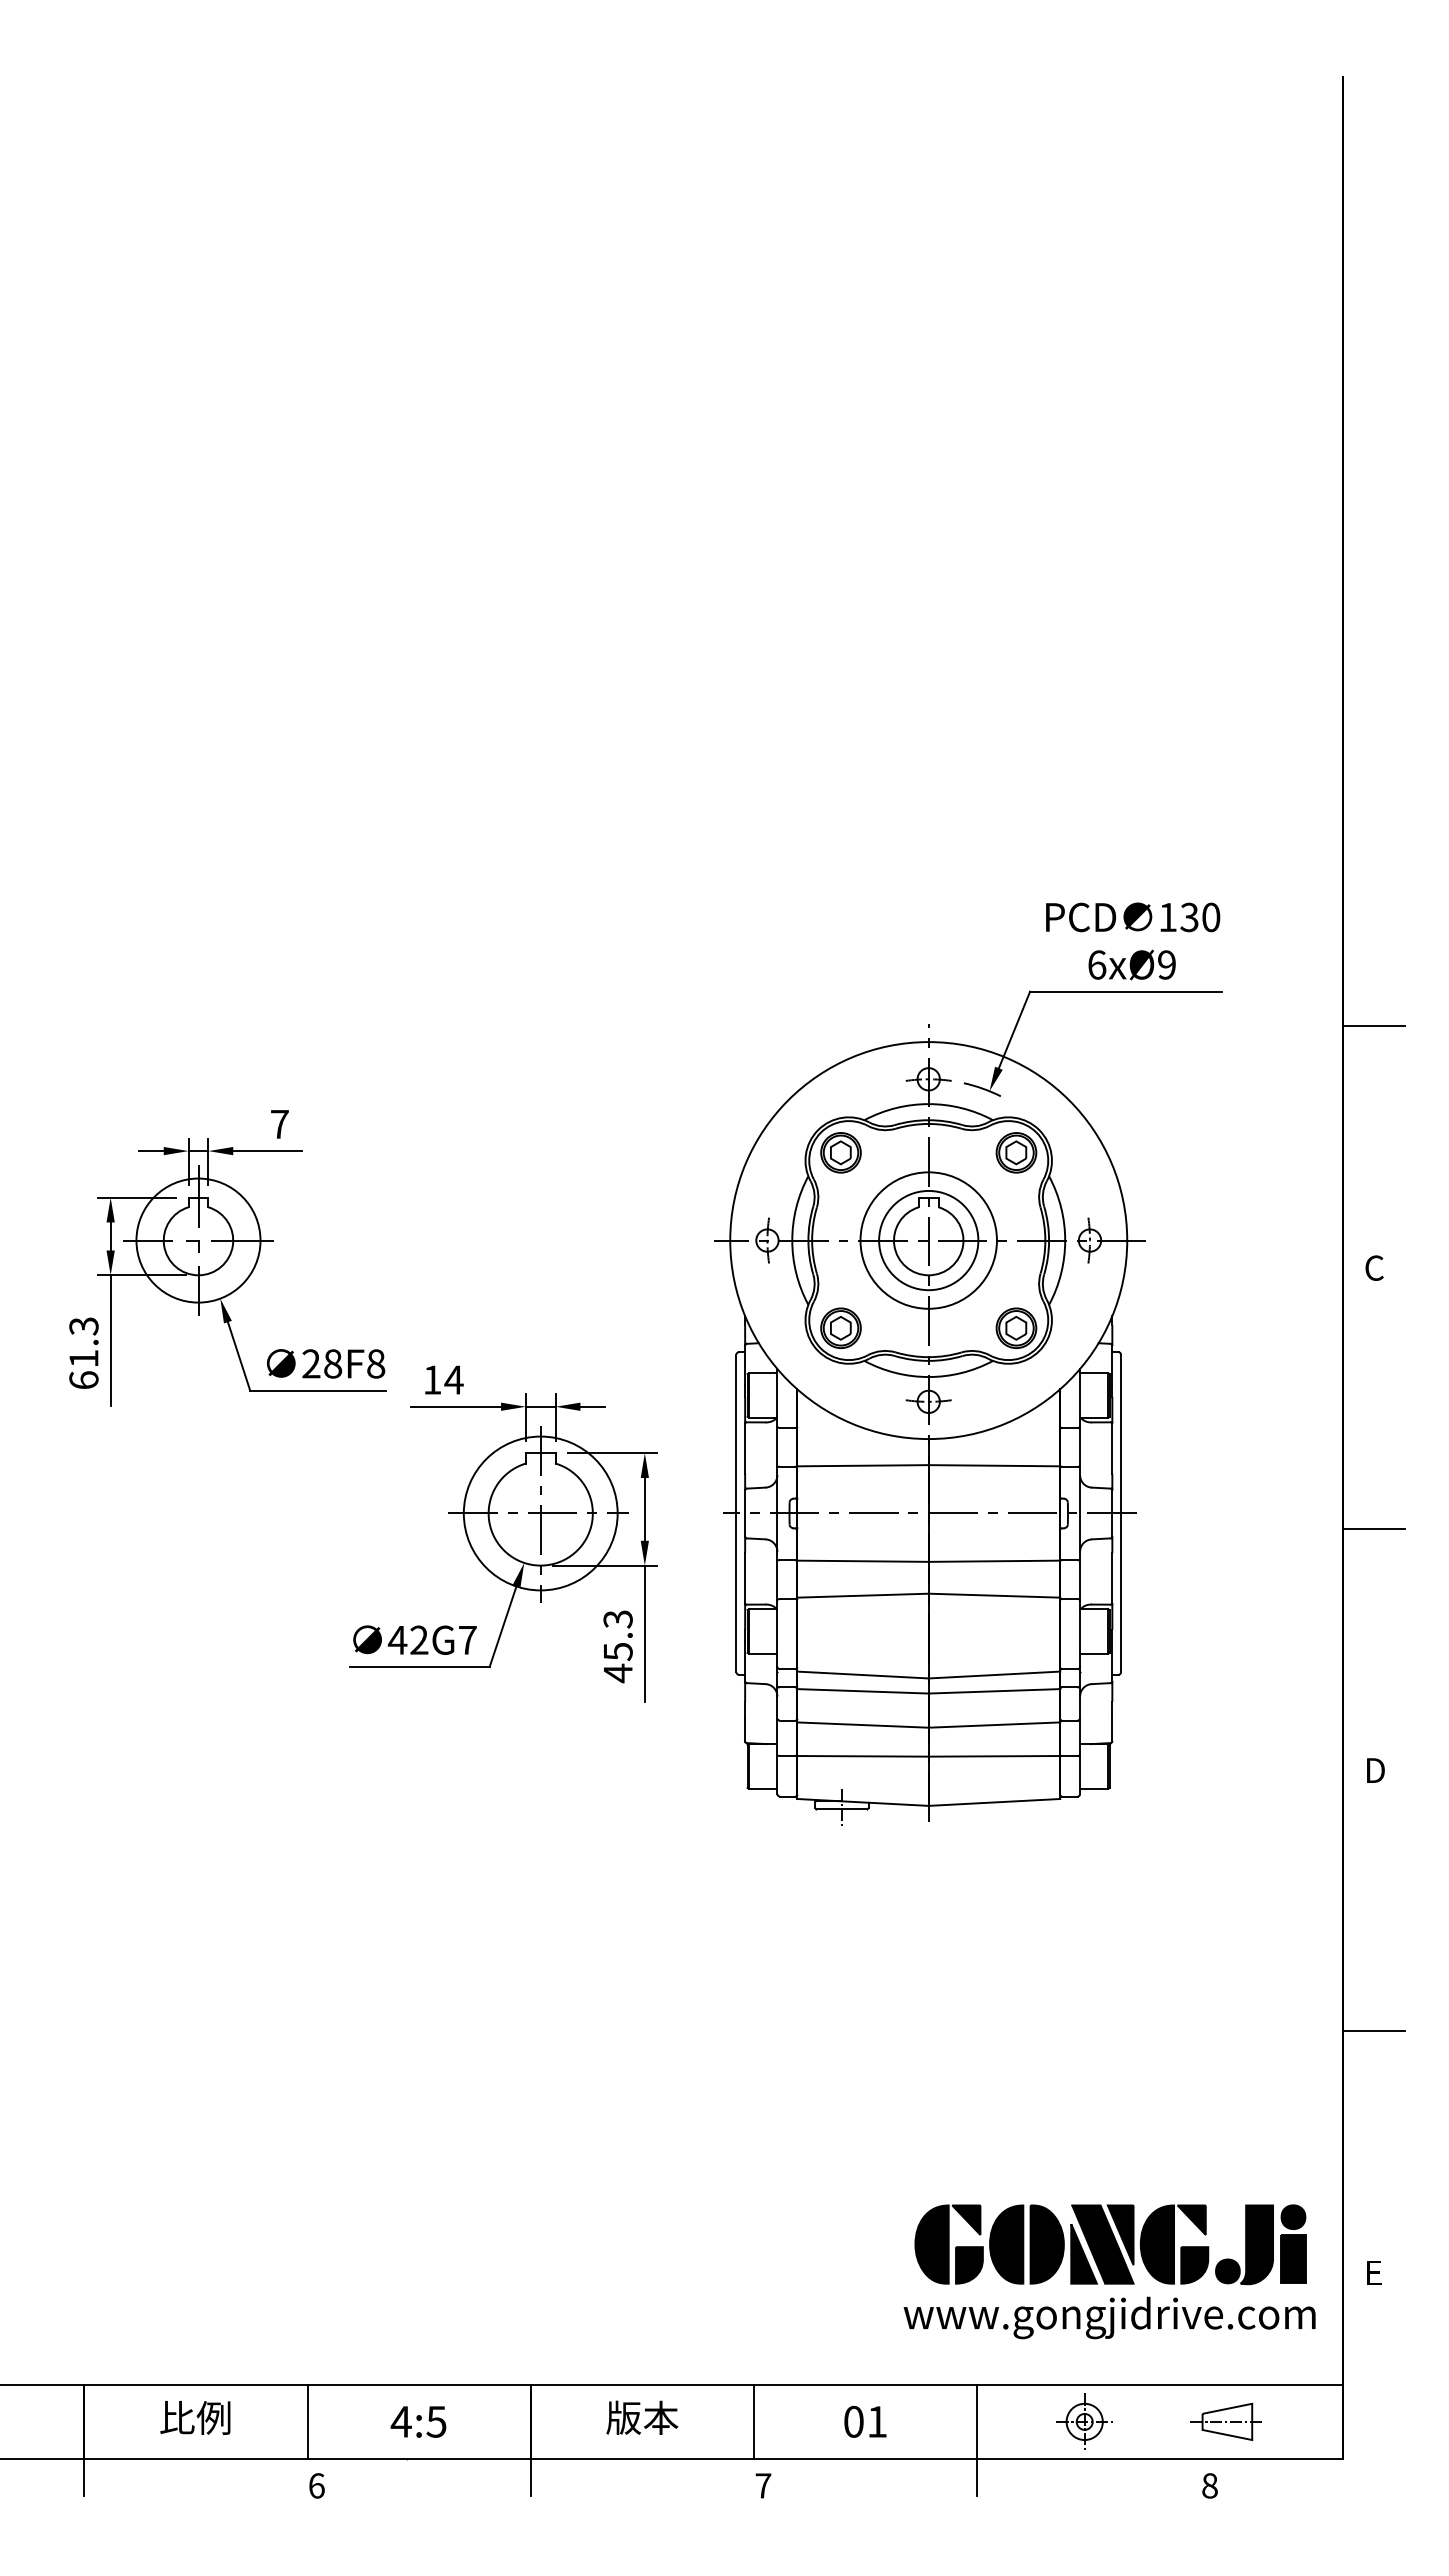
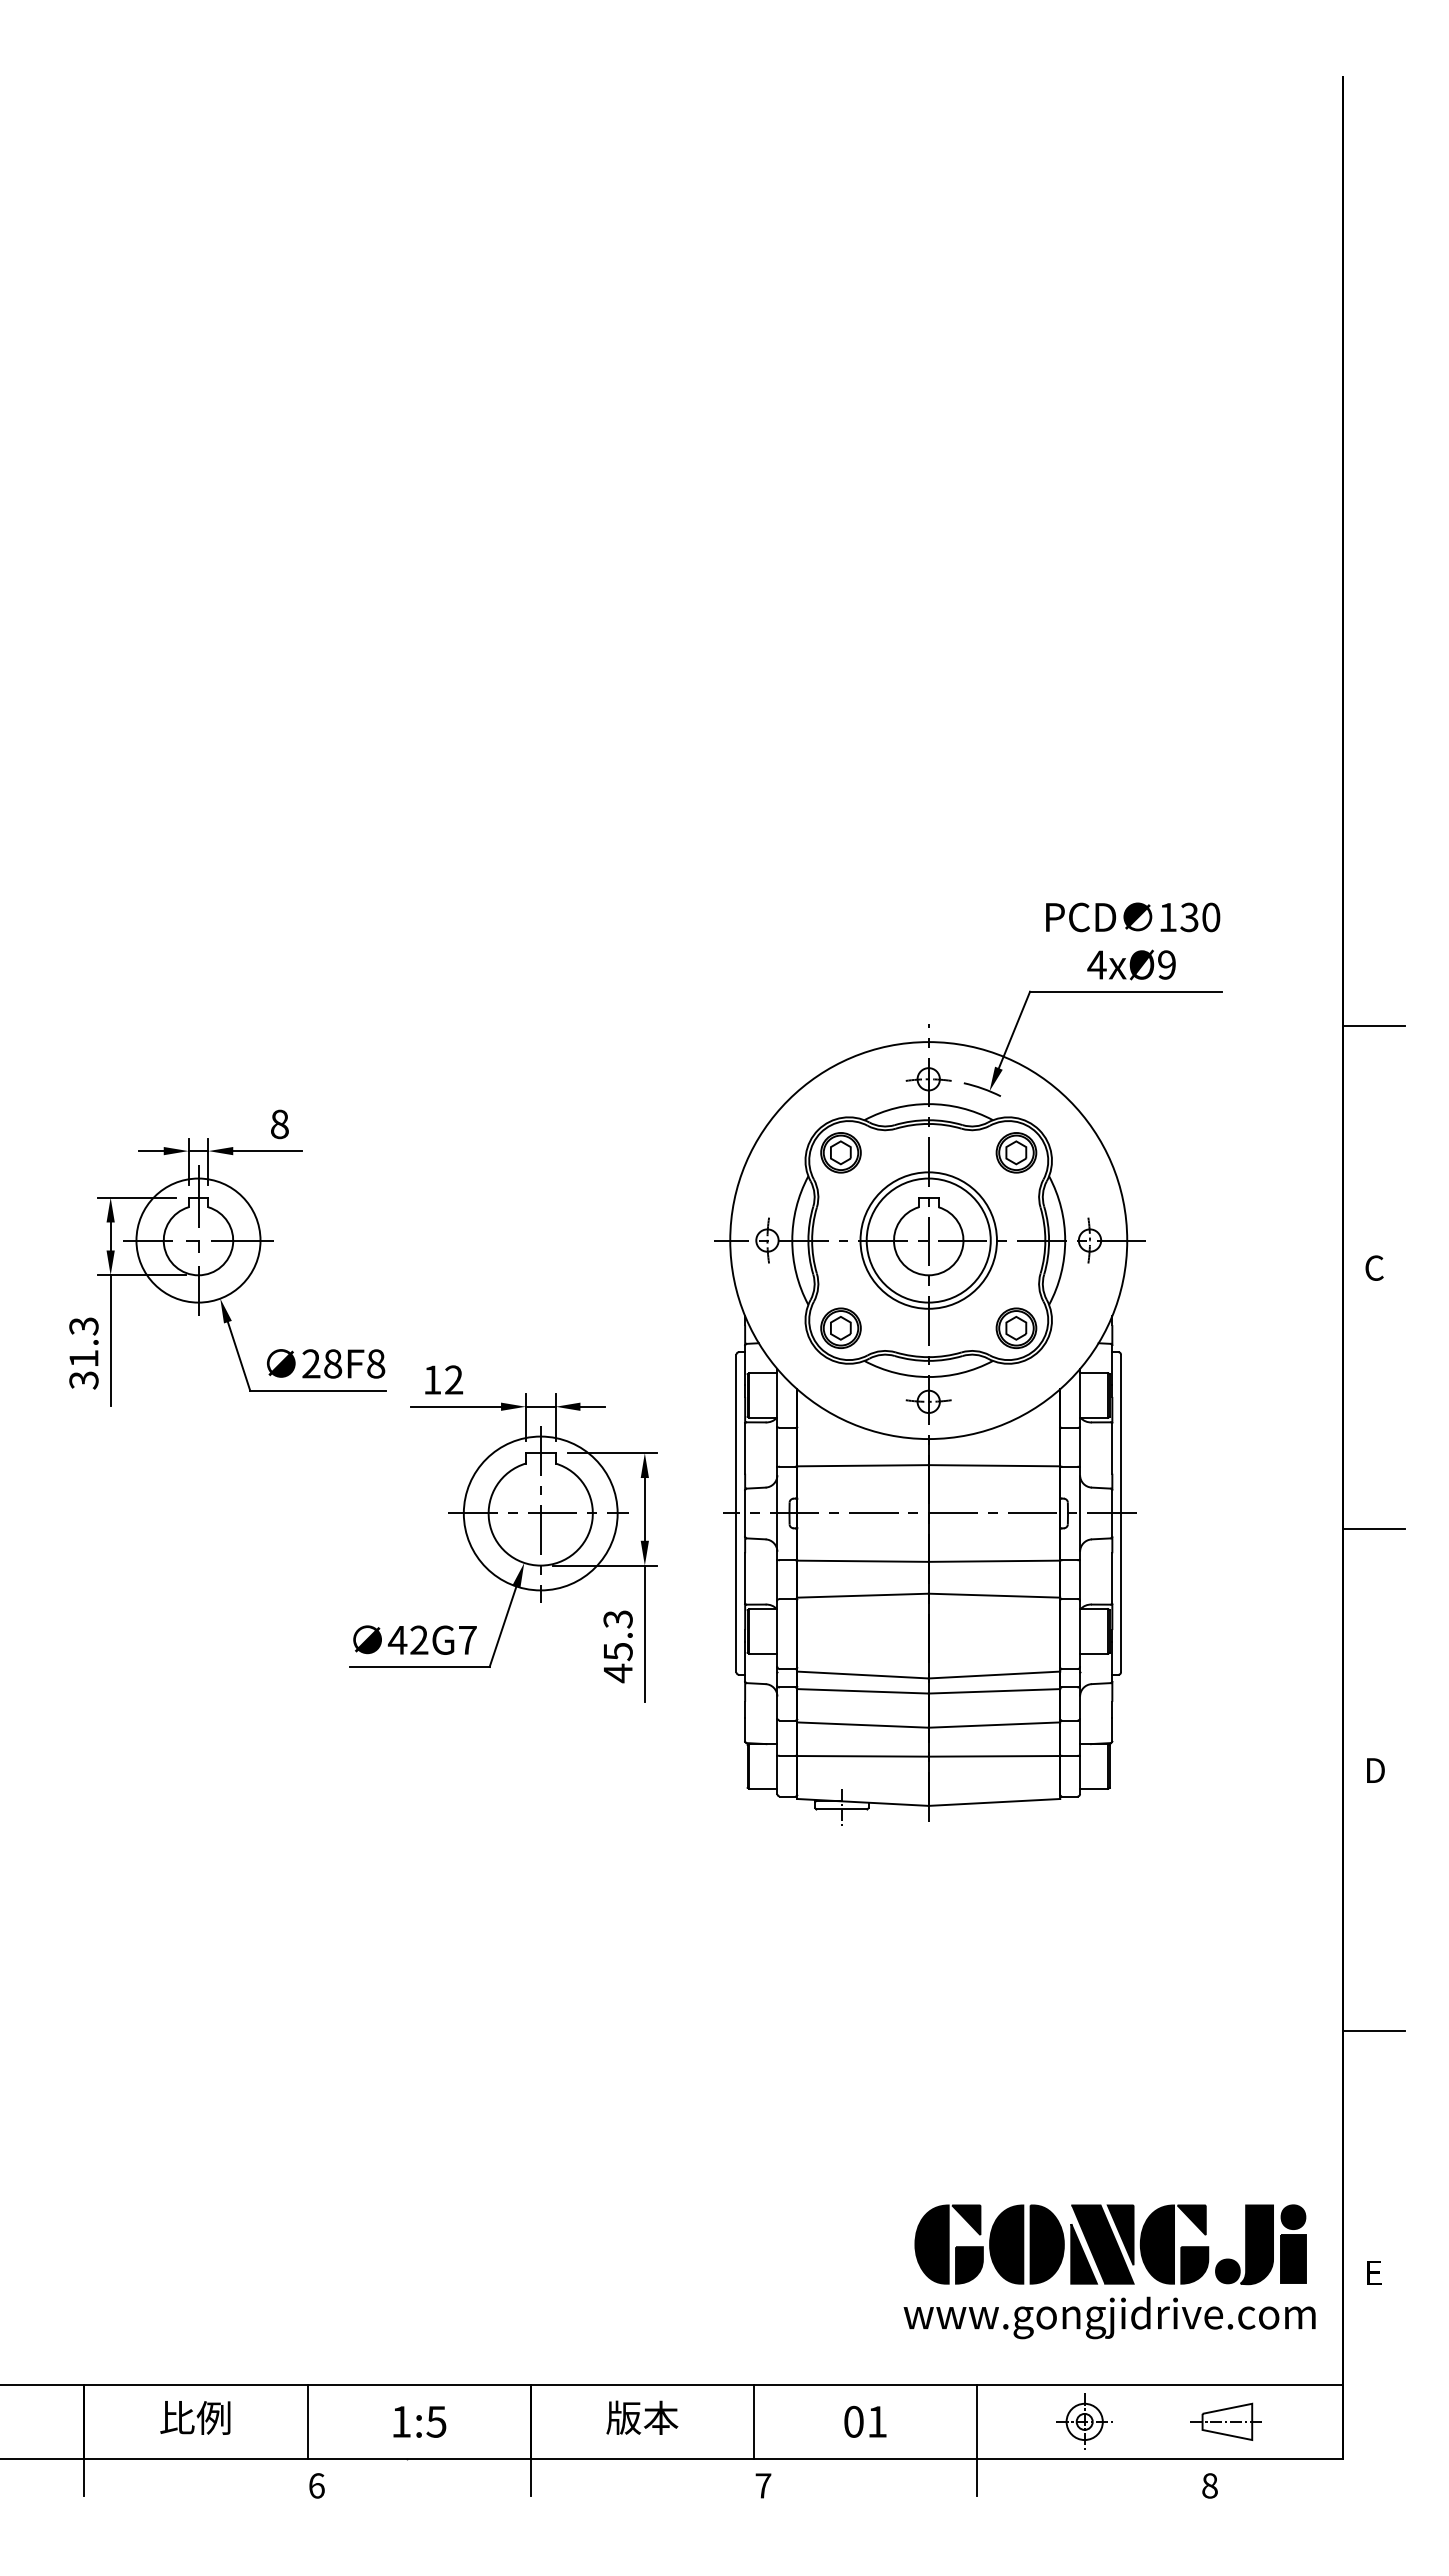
text at (1096, 964): 6xØ9 -> 4xØ9
text at (279, 1124): 7 -> 8
circle at (928, 1240) diameter: 99 px -> 124 px
text at (453, 1379): 14 -> 12
text at (83, 1380): 61.3 -> 31.3
text at (400, 2421): 4:5 -> 1:5
